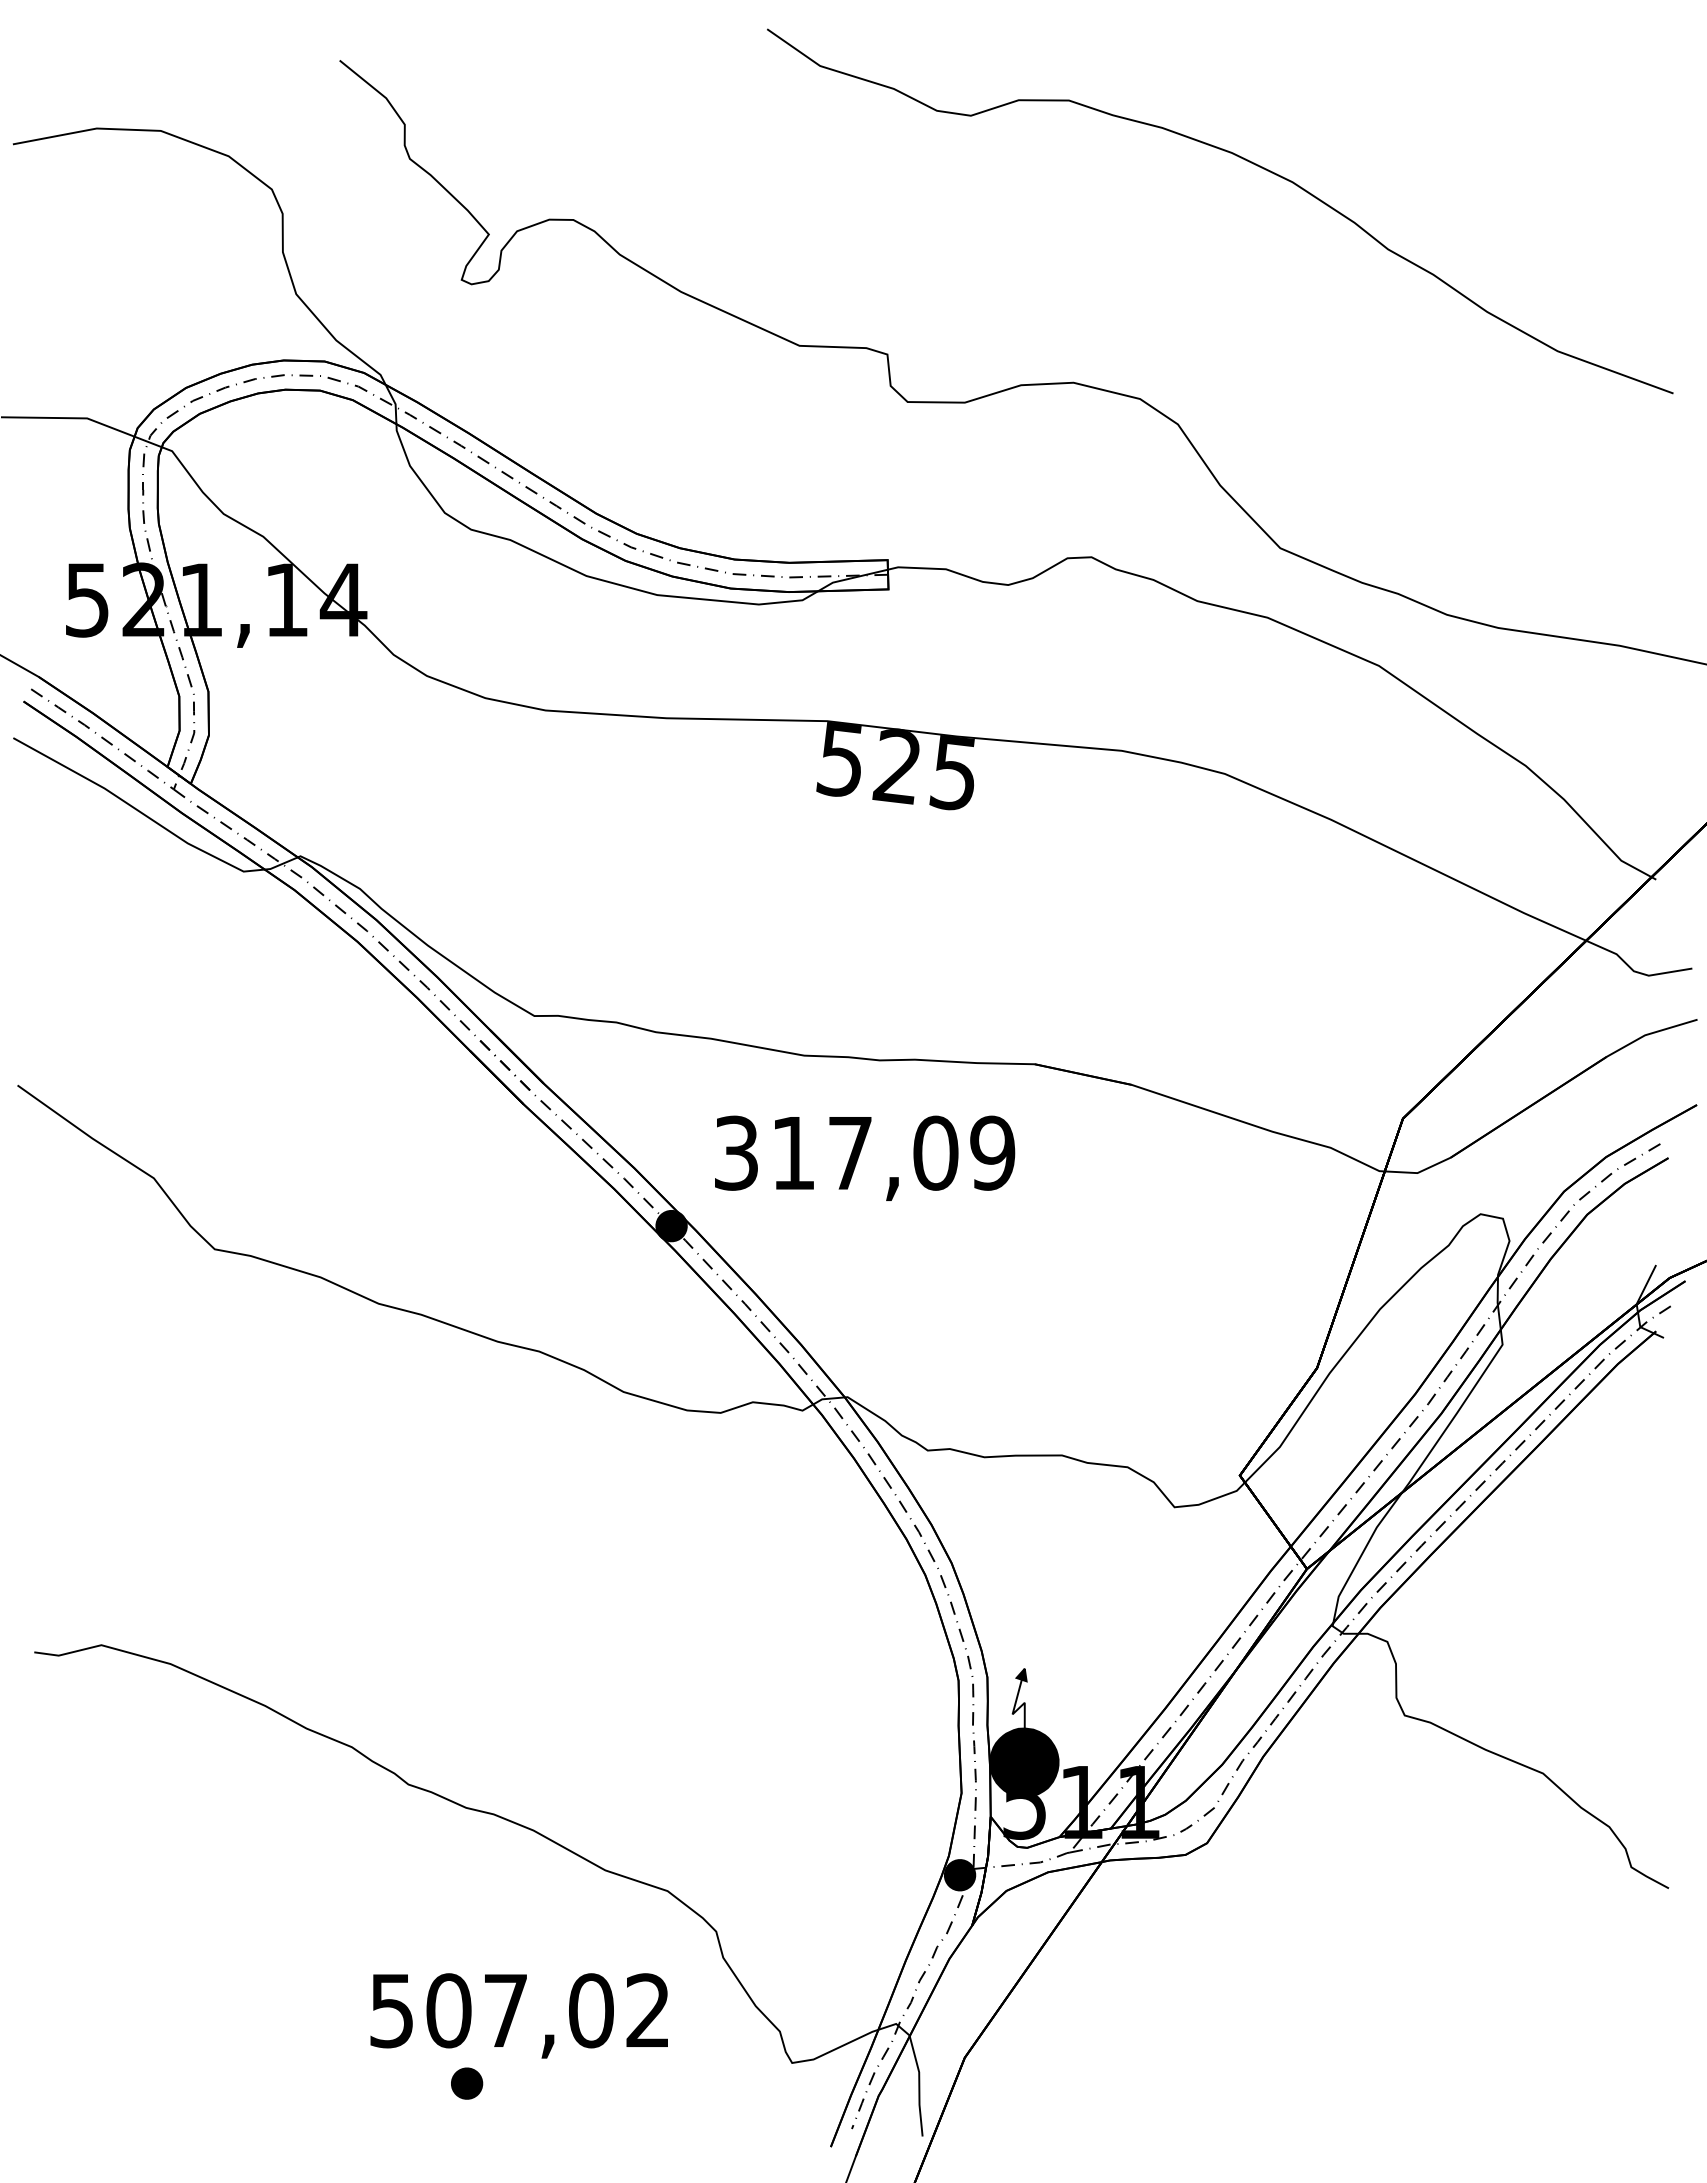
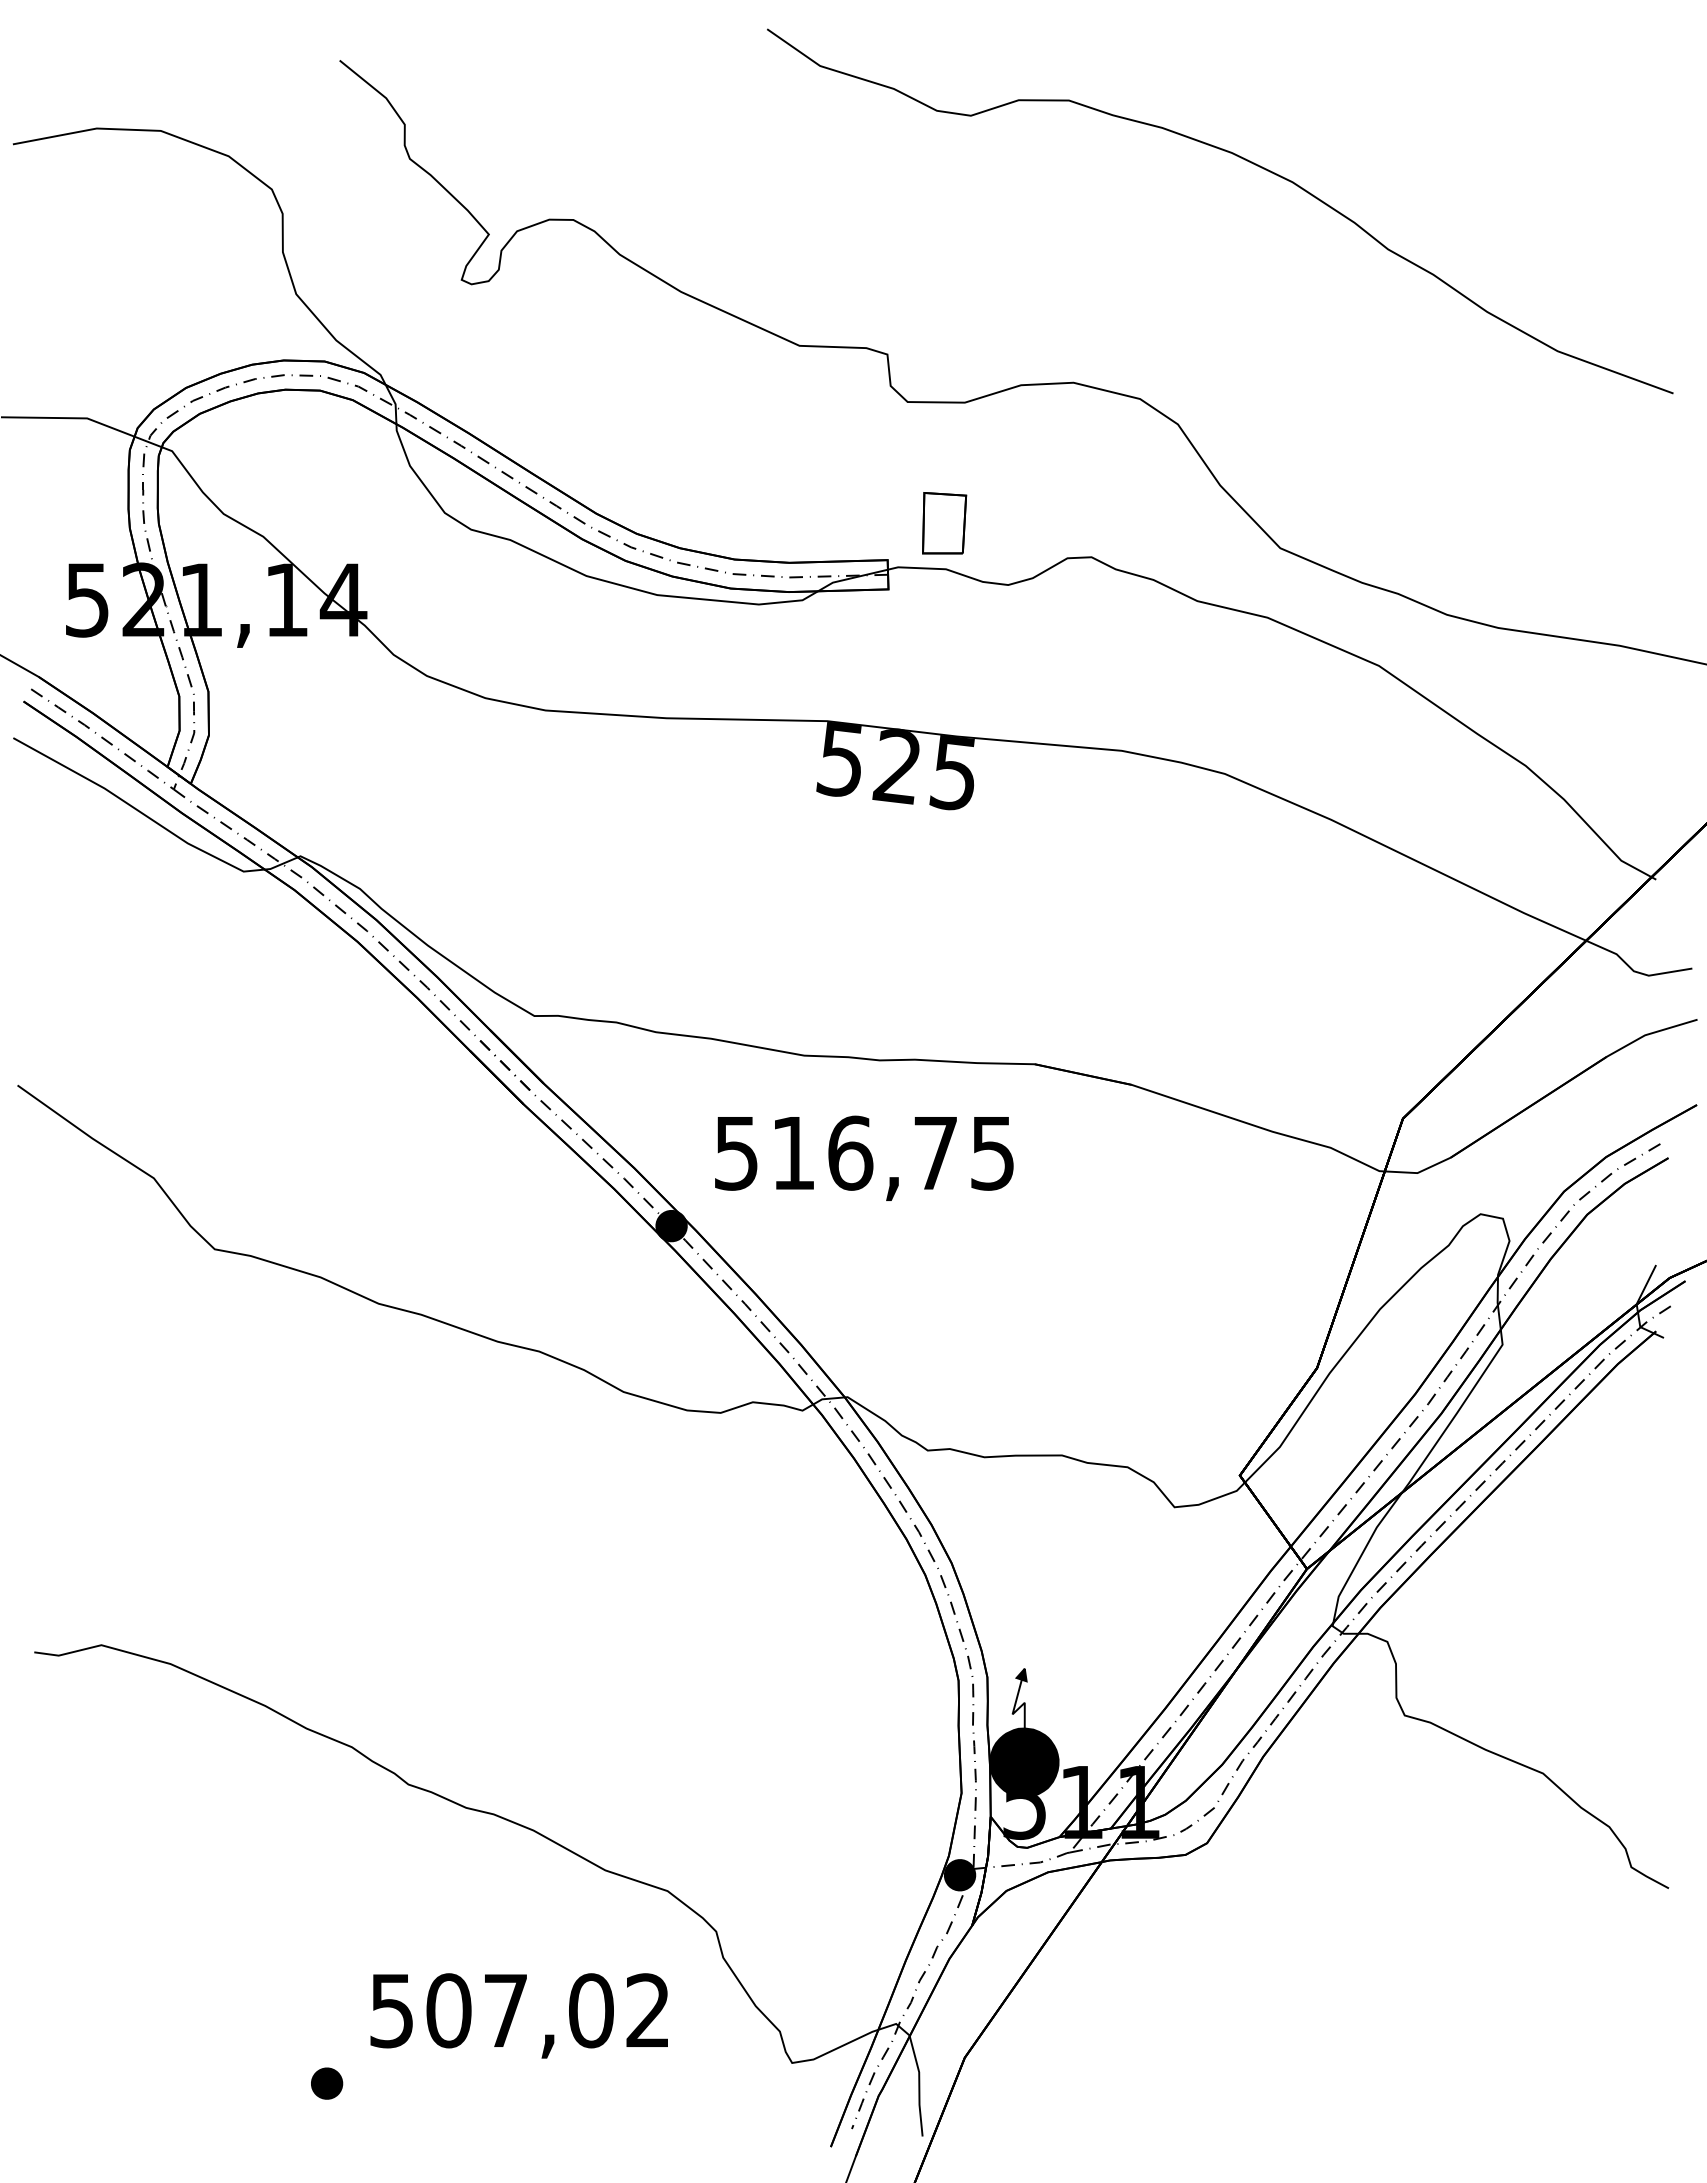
part at (944, 523): none -> present
text at (865, 1152): 317,09 -> 516,75
part at (467, 2083) position: (467, 2083) -> (327, 2083)
